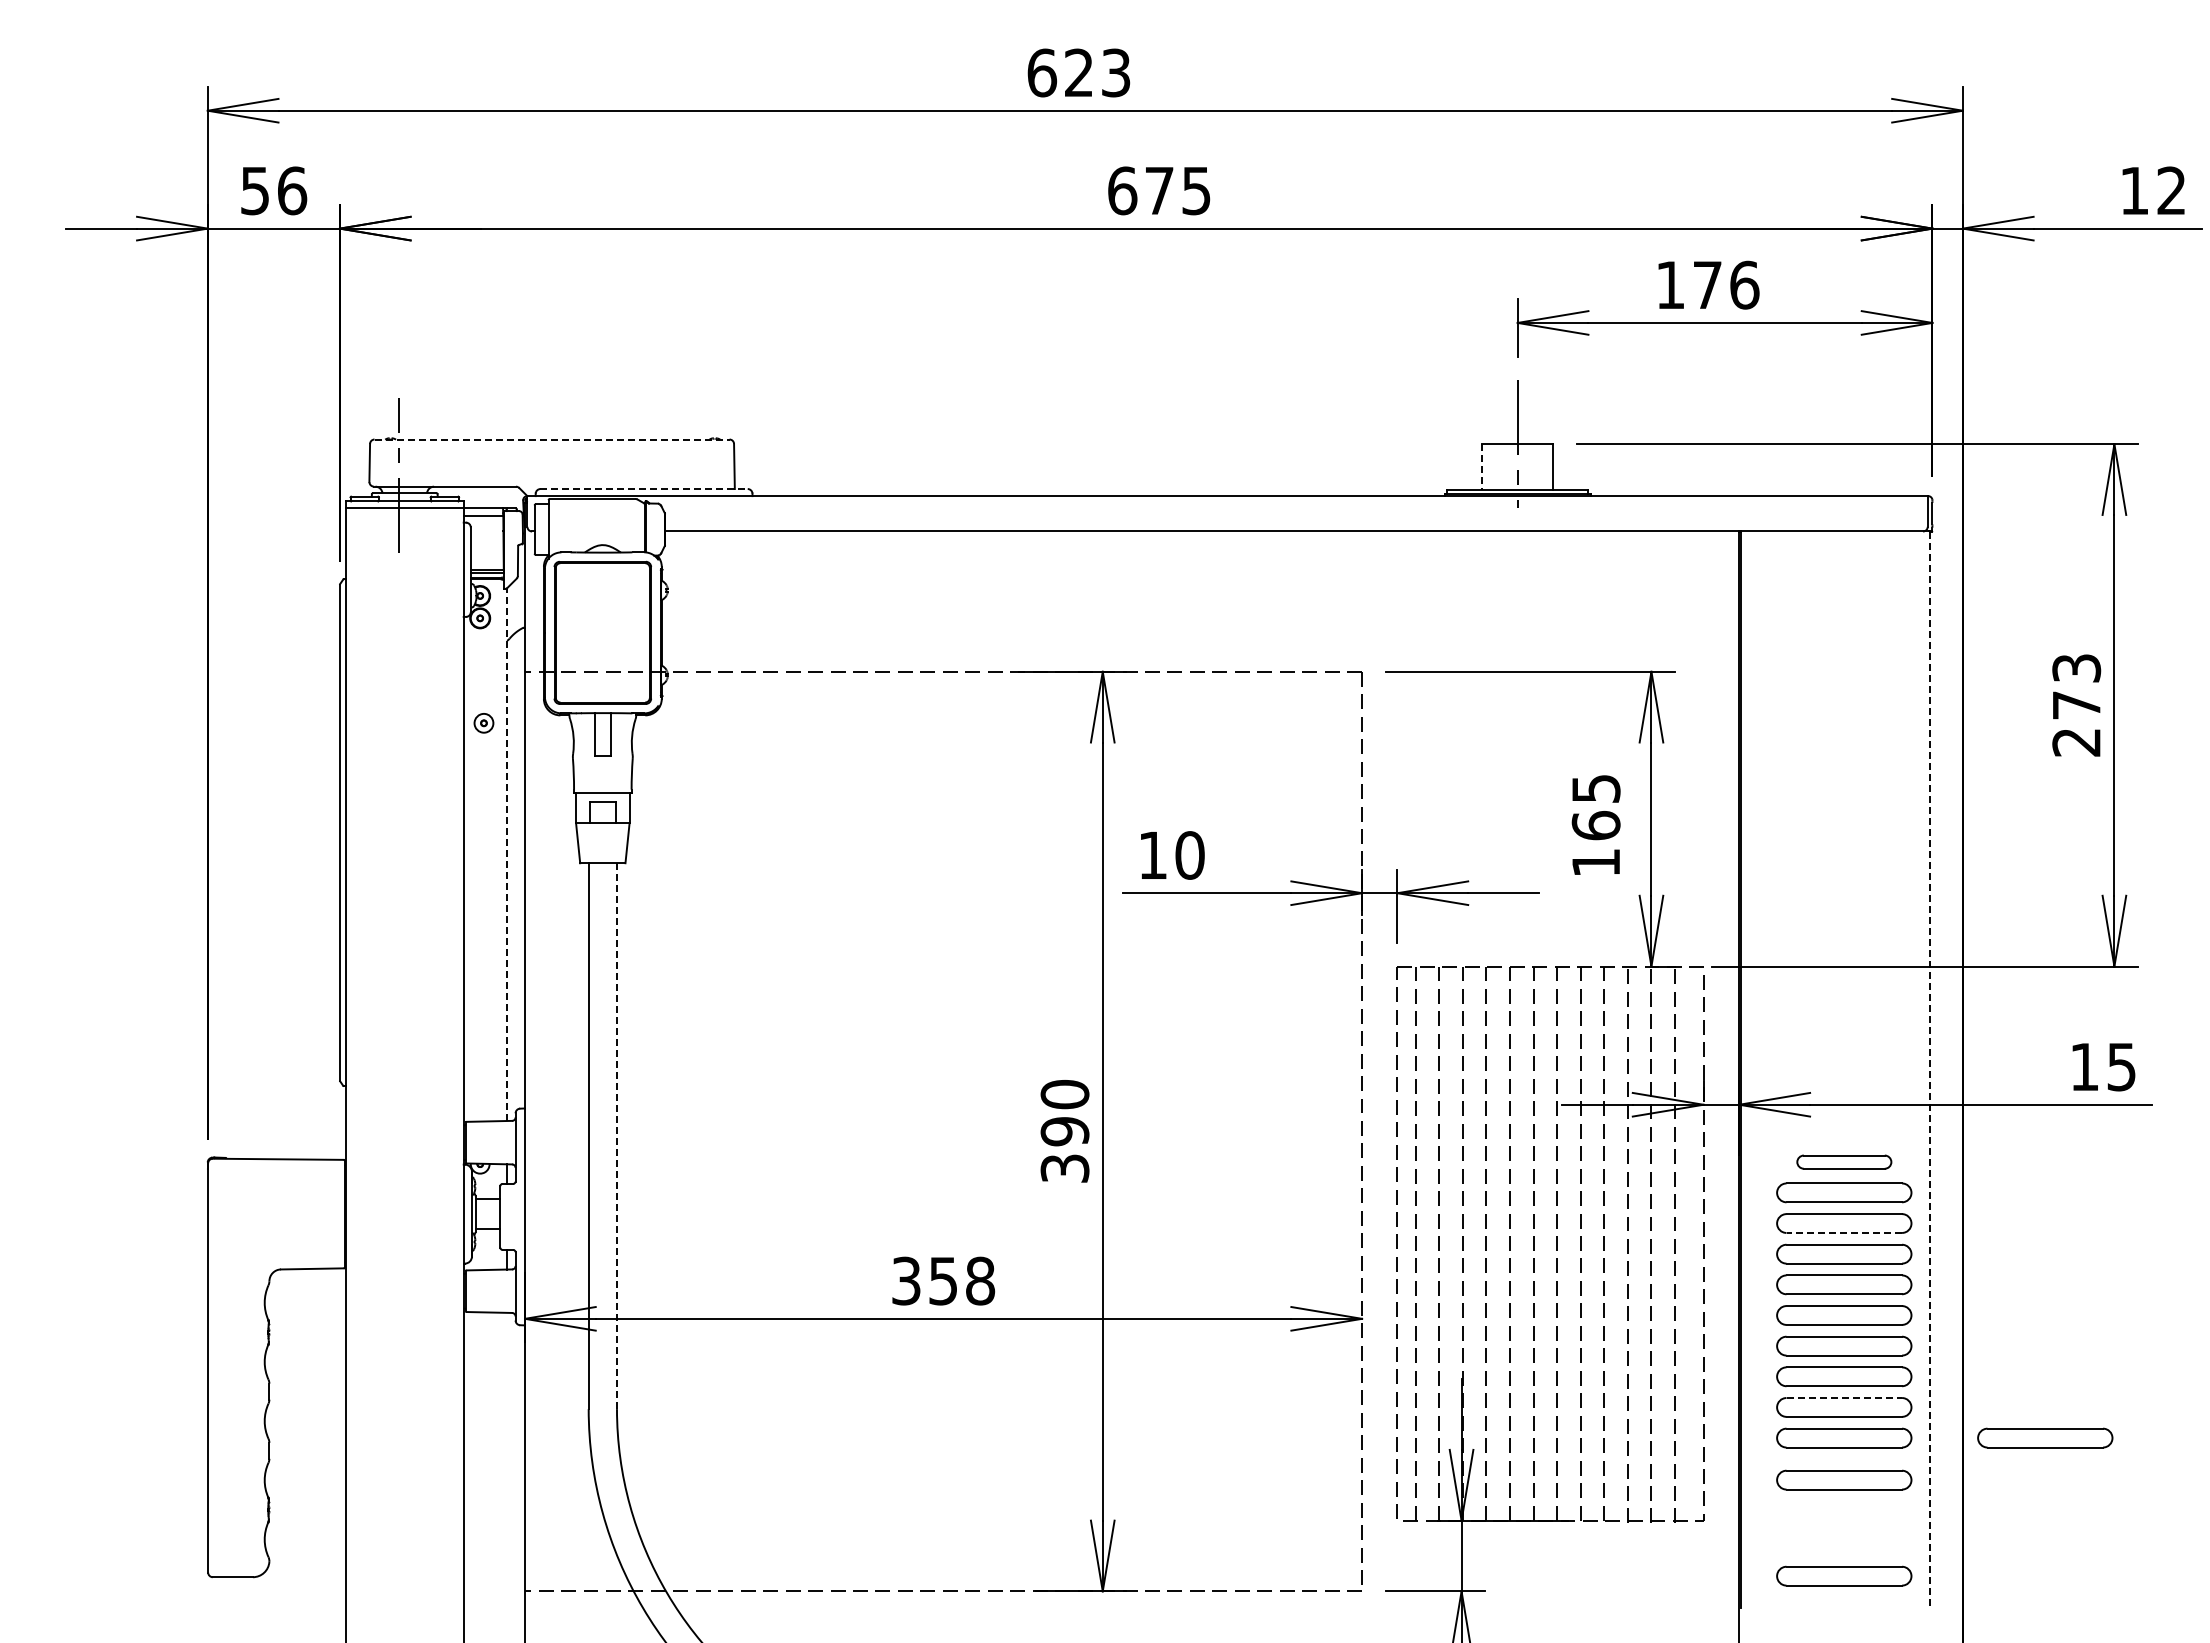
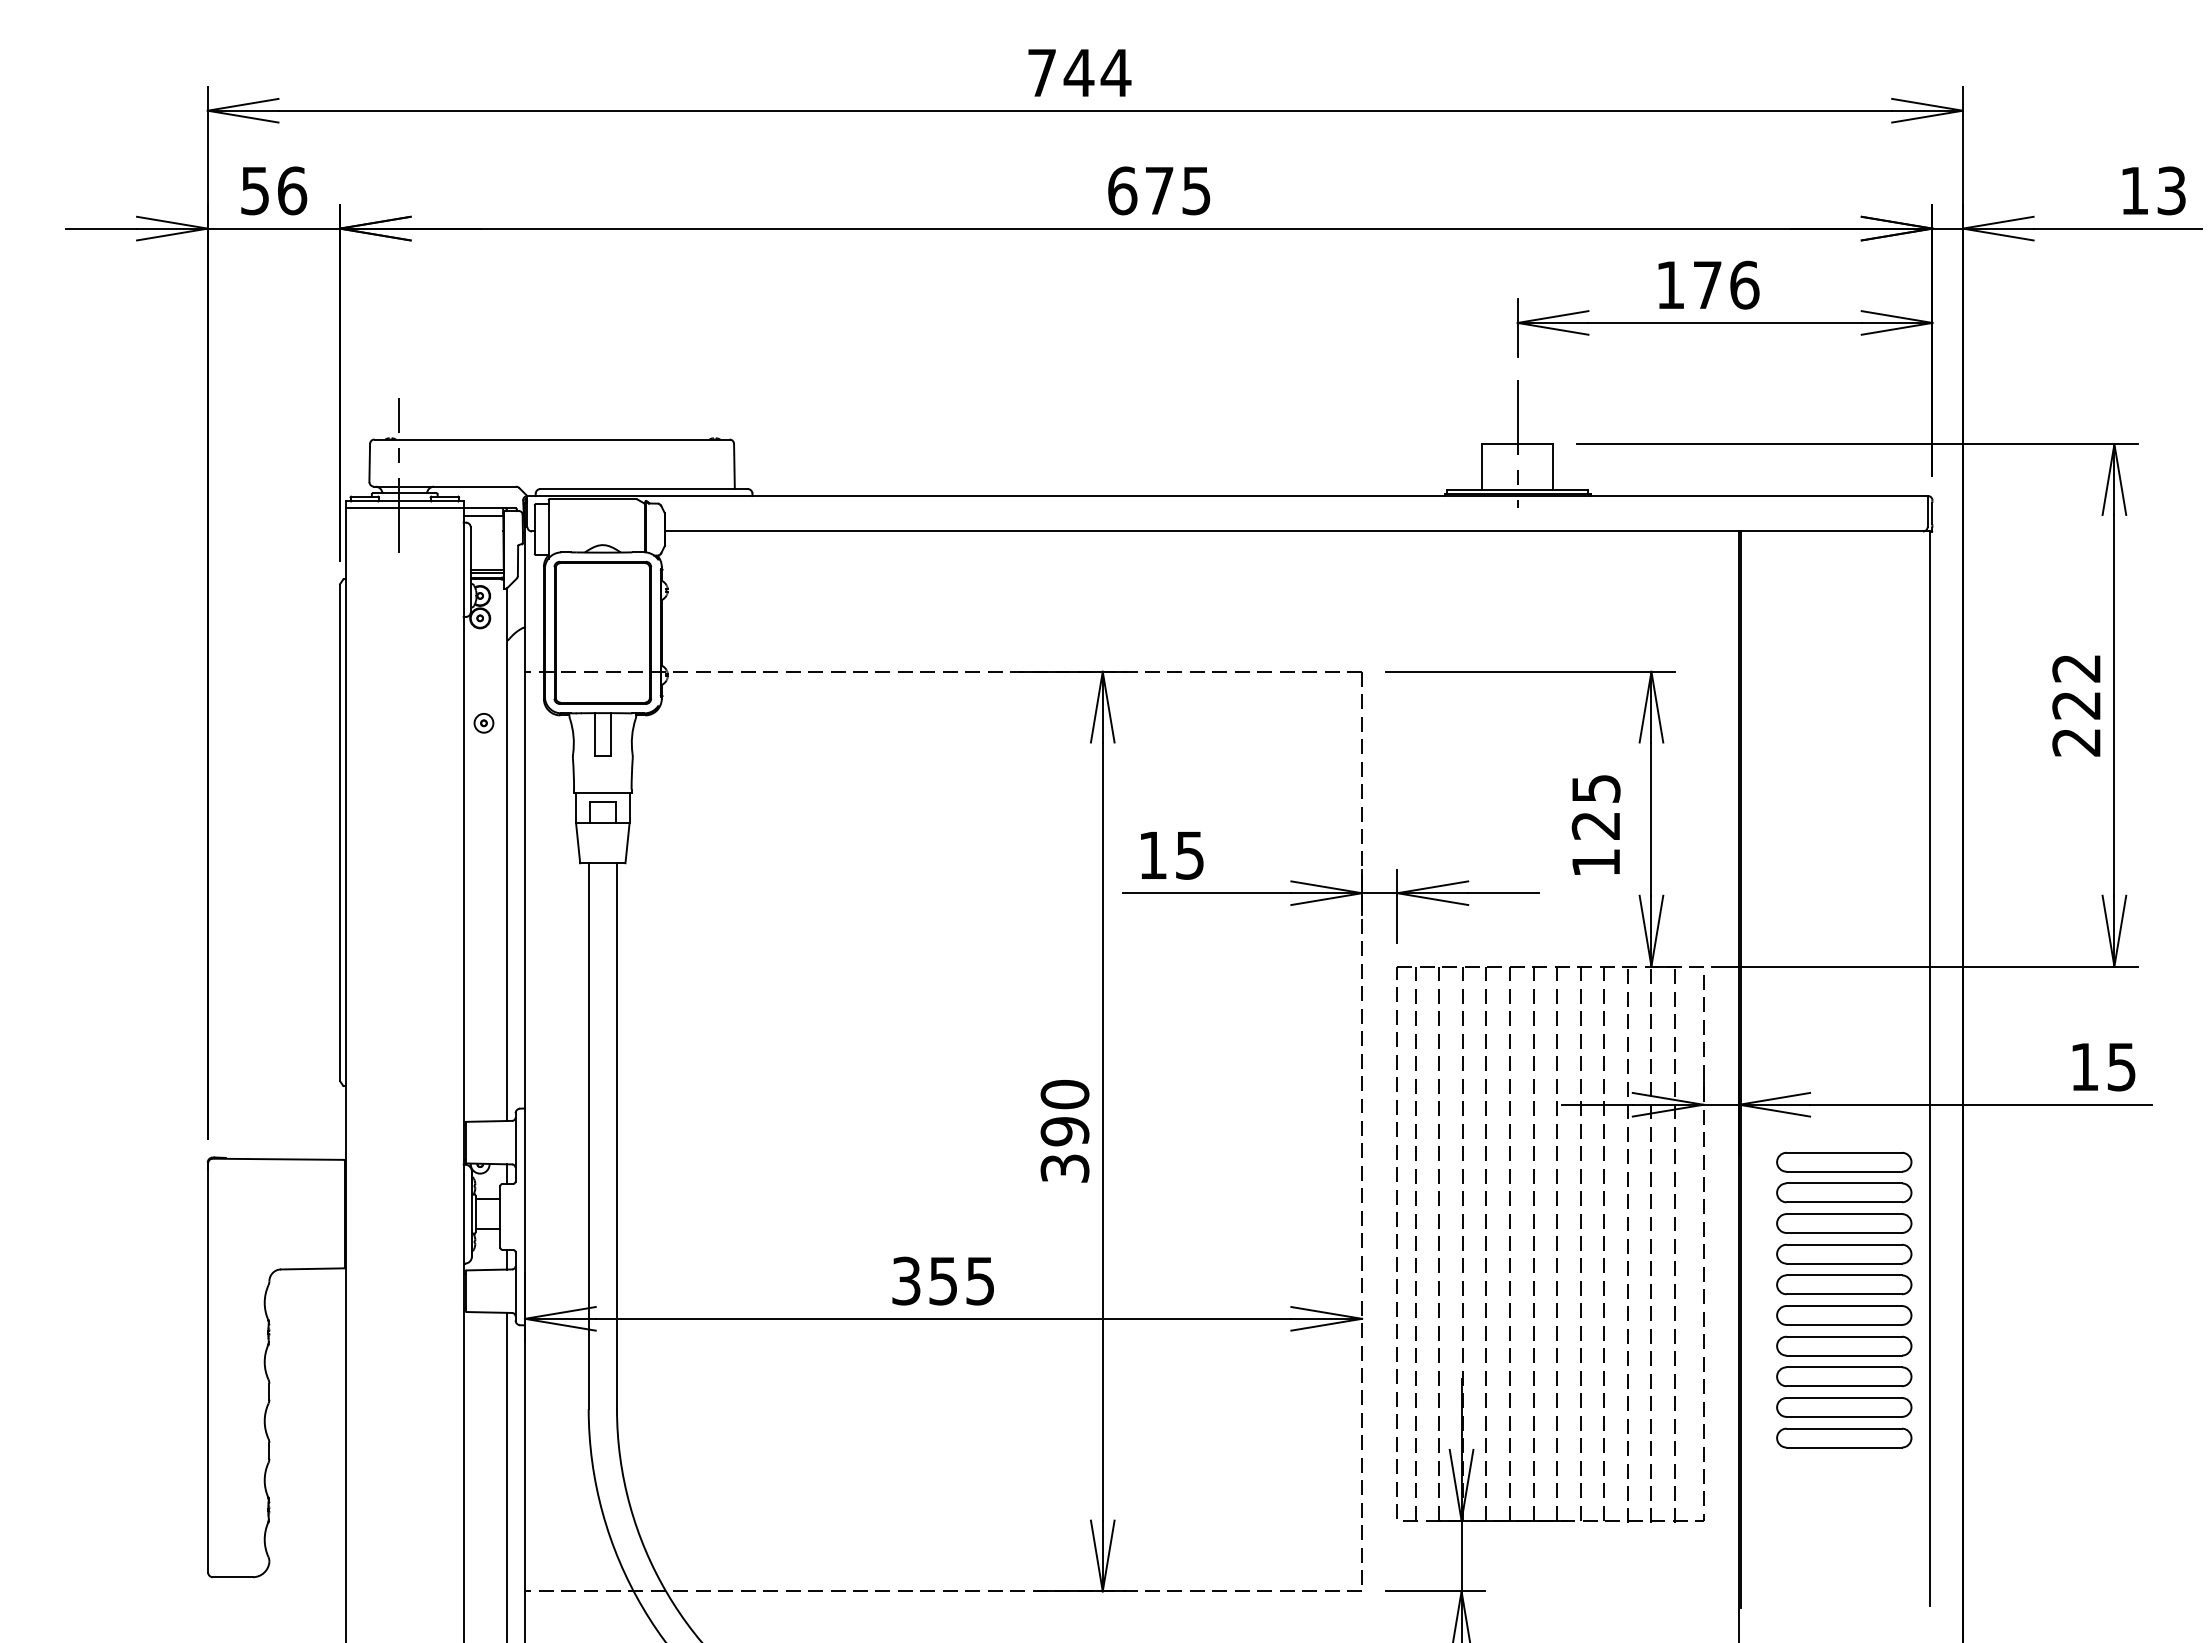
text at (1079, 72): 623 -> 744
text at (2171, 190): 12 -> 13
line at (552, 439): dashed -> solid
line at (1482, 467): dashed -> solid
line at (644, 489): dashed -> solid
text at (2076, 686): 273 -> 222
text at (1595, 825): 165 -> 125
line at (507, 854): dashed -> solid
text at (1189, 855): 10 -> 15
line at (1930, 1068): dashed -> solid
line at (616, 1136): dashed -> solid
part at (1844, 1161) size: 97x16 px -> 137x22 px
line at (1844, 1232): dashed -> solid
text at (980, 1280): 358 -> 355
line at (1844, 1398): dashed -> solid
part at (2045, 1437): present -> none
line at (507, 1475): none -> present
part at (1844, 1479): present -> none
part at (1844, 1575): present -> none
